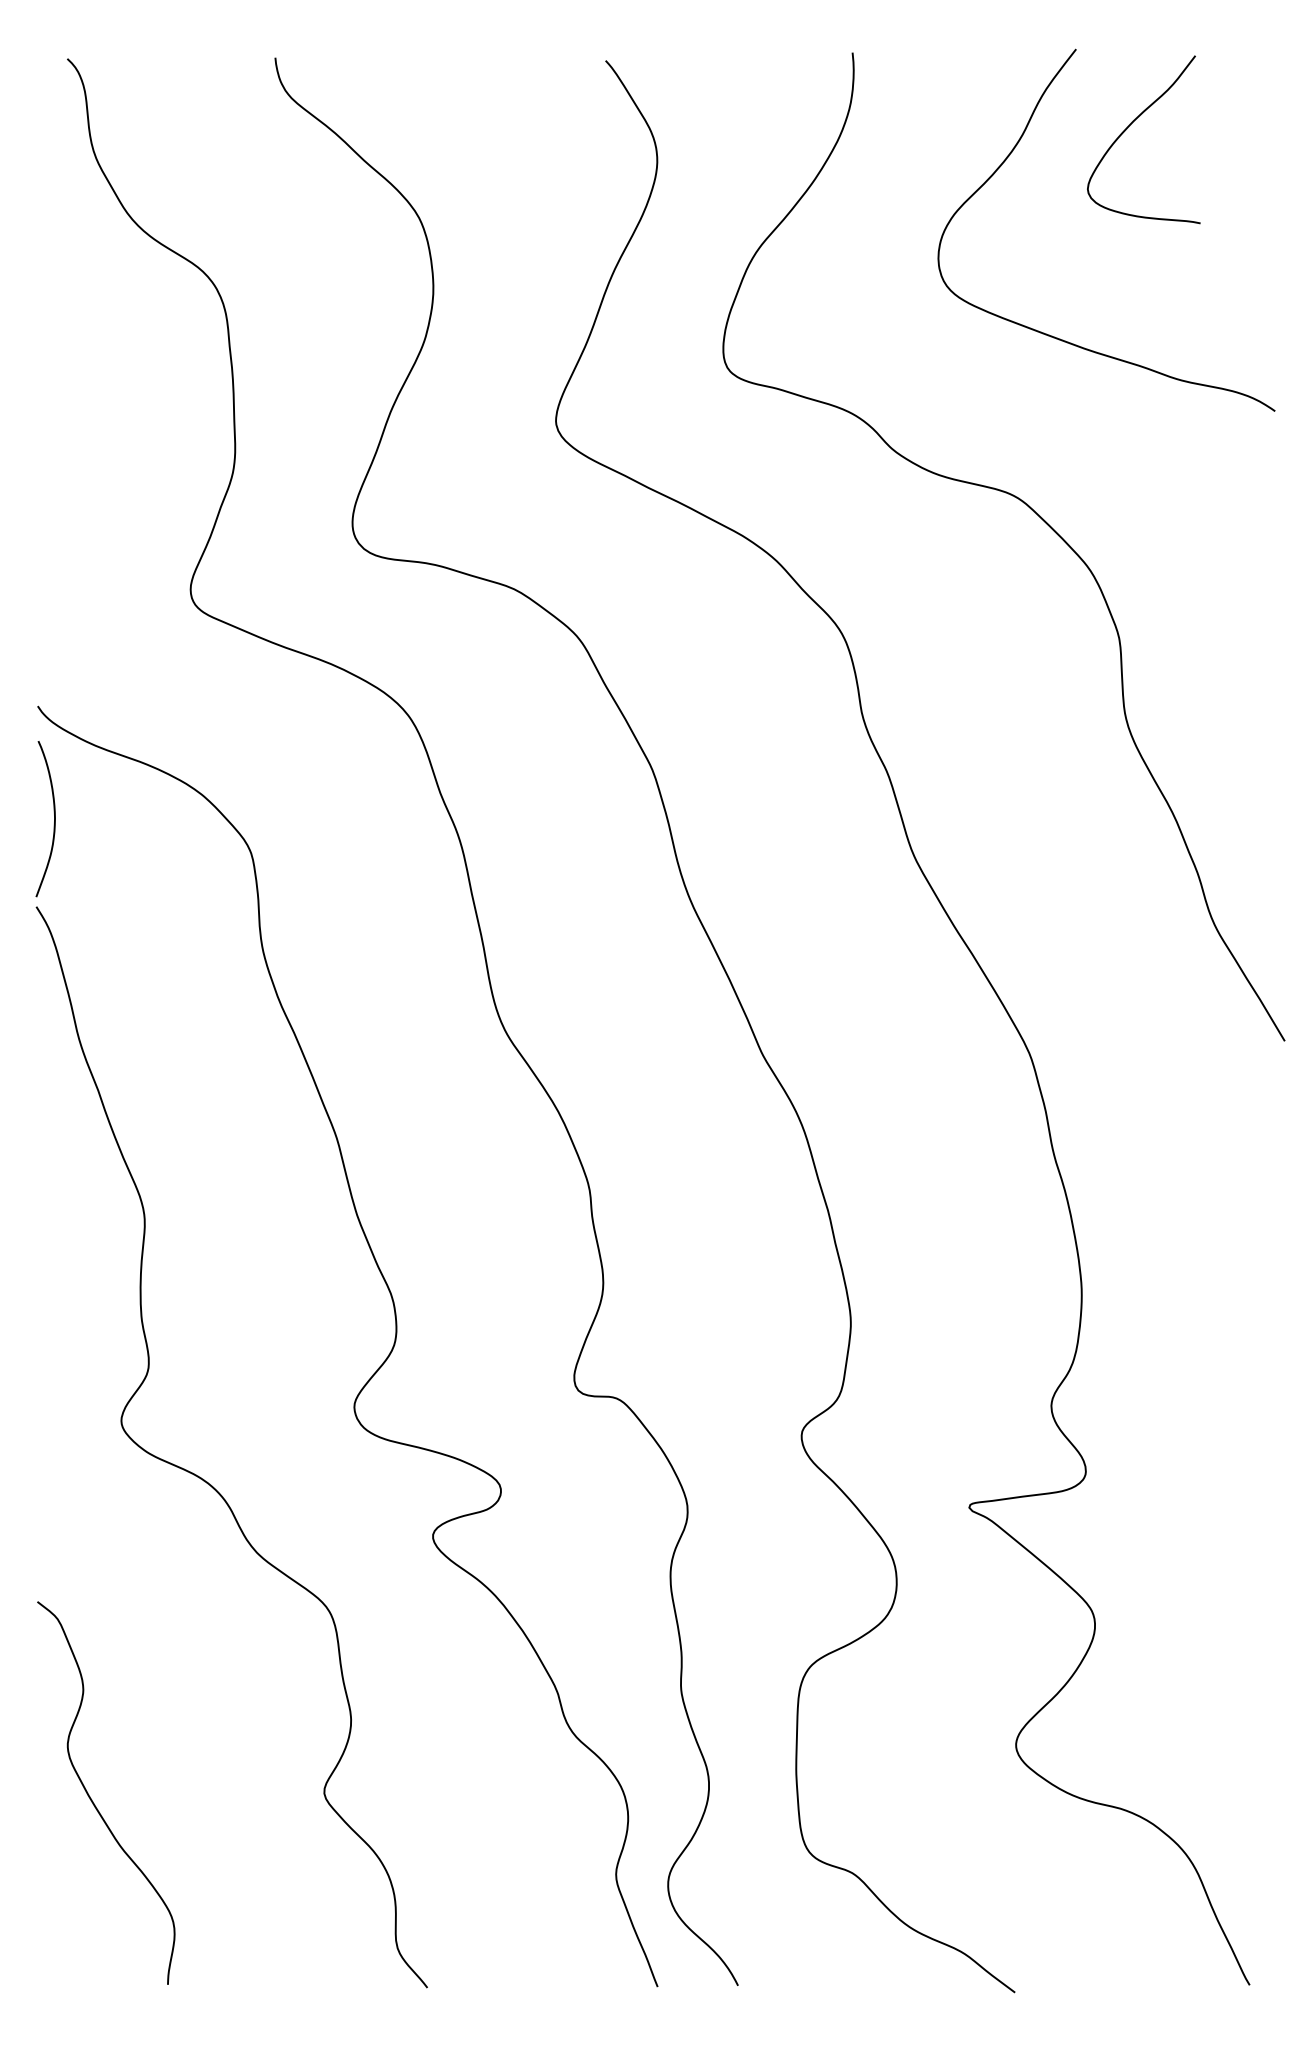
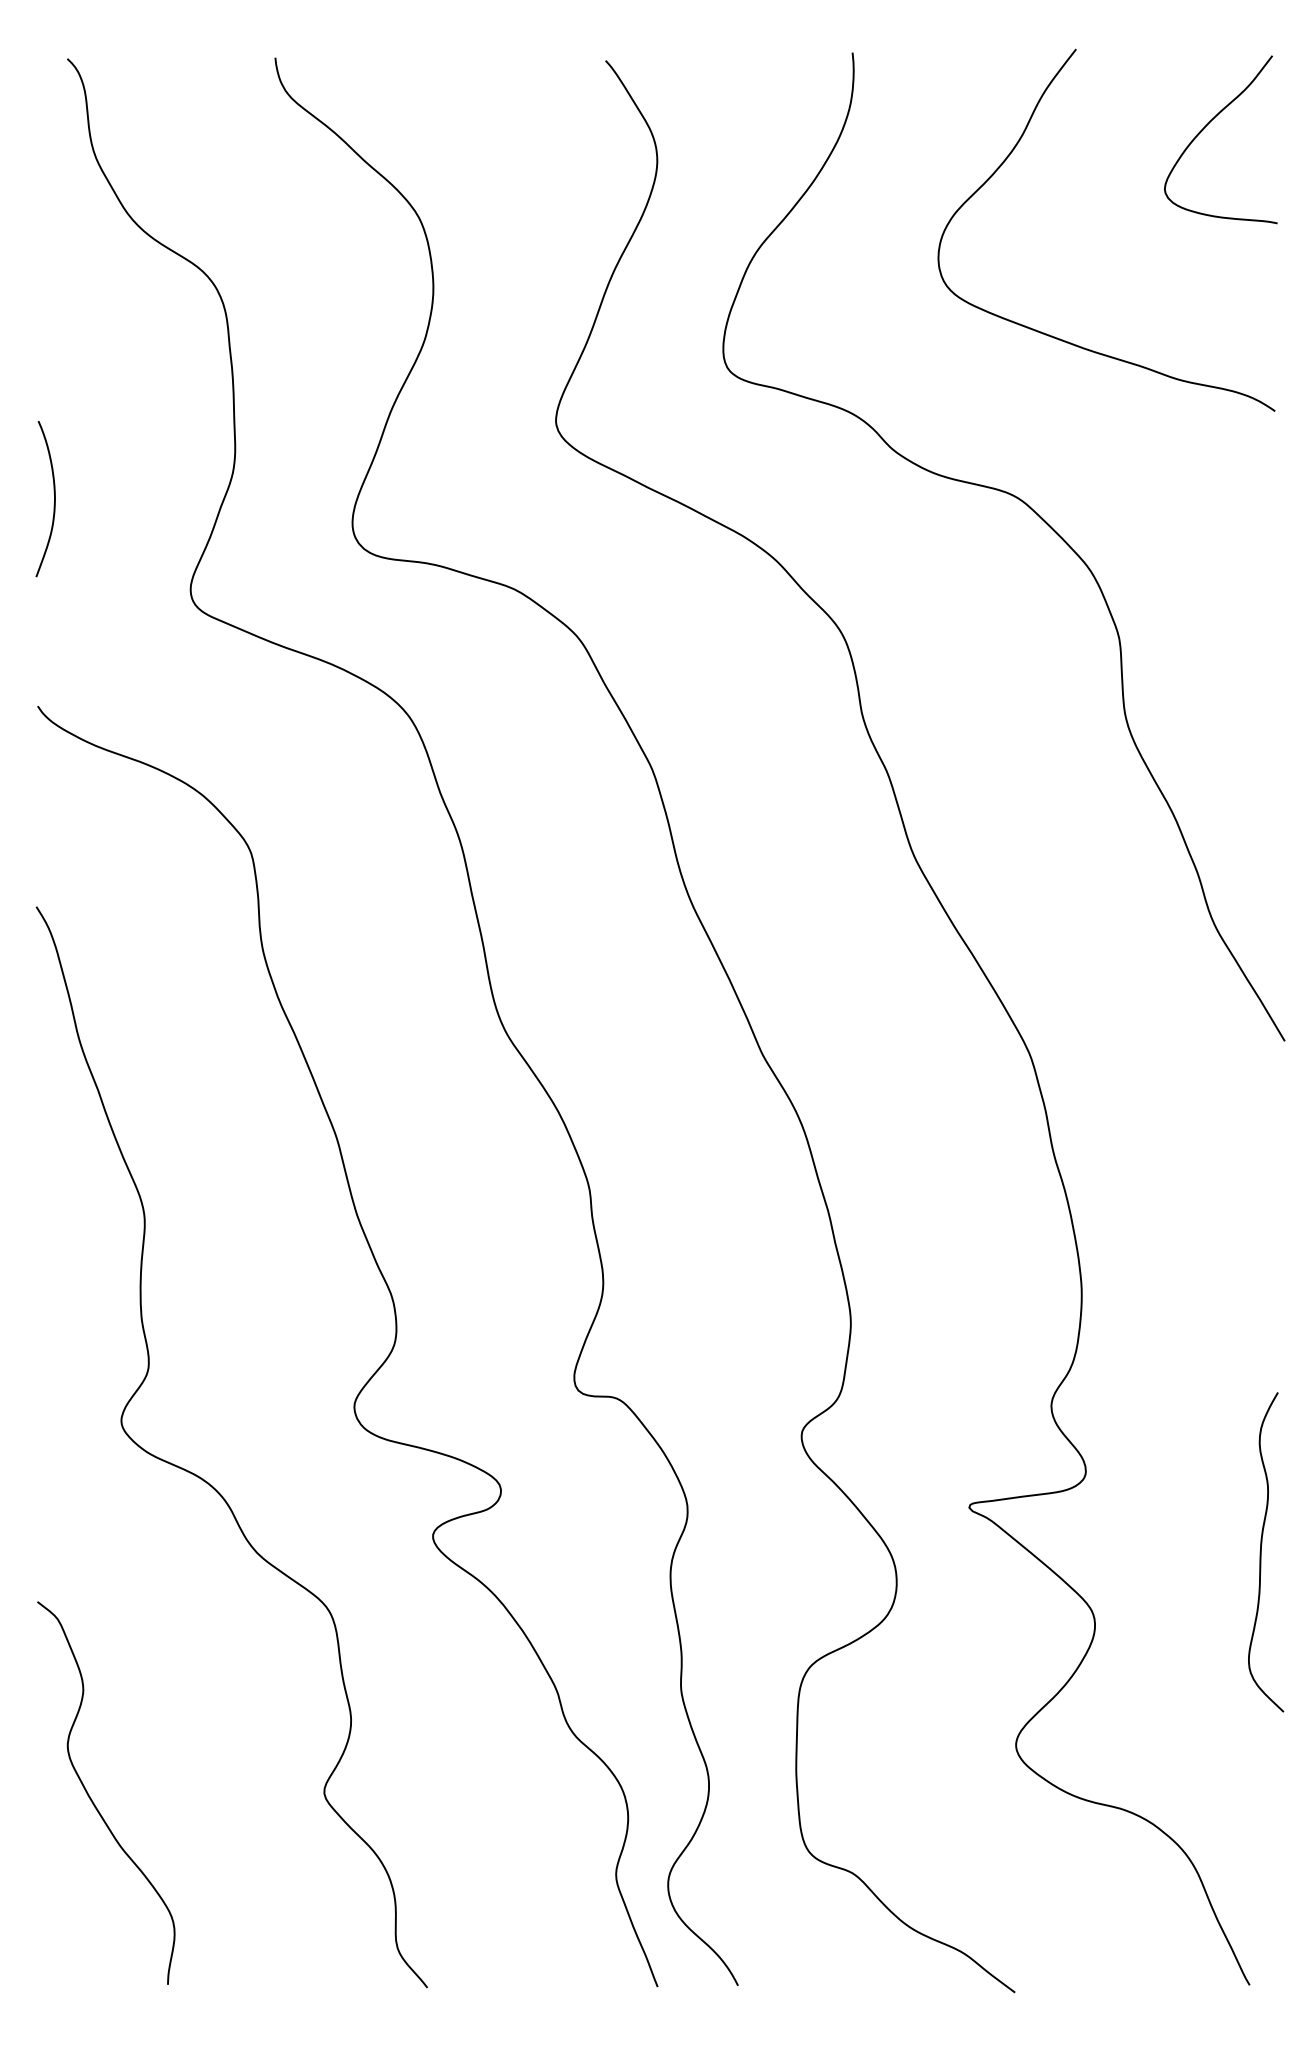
curve at (1127, 129) position: (1127, 129) -> (1204, 129)
curve at (54, 819) position: (54, 819) -> (54, 499)
curve at (1261, 1552): none -> present
